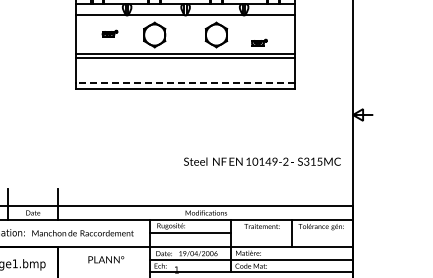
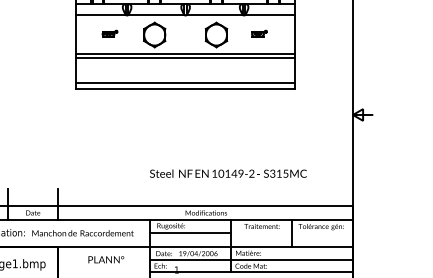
part at (259, 42) position: (259, 42) -> (259, 33)
line at (185, 82): dashed -> solid
text at (262, 161) position: (262, 161) -> (228, 173)
